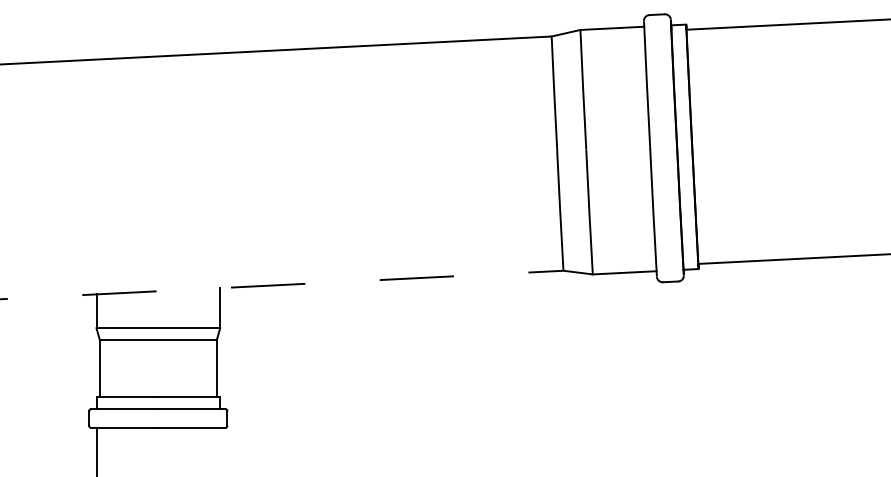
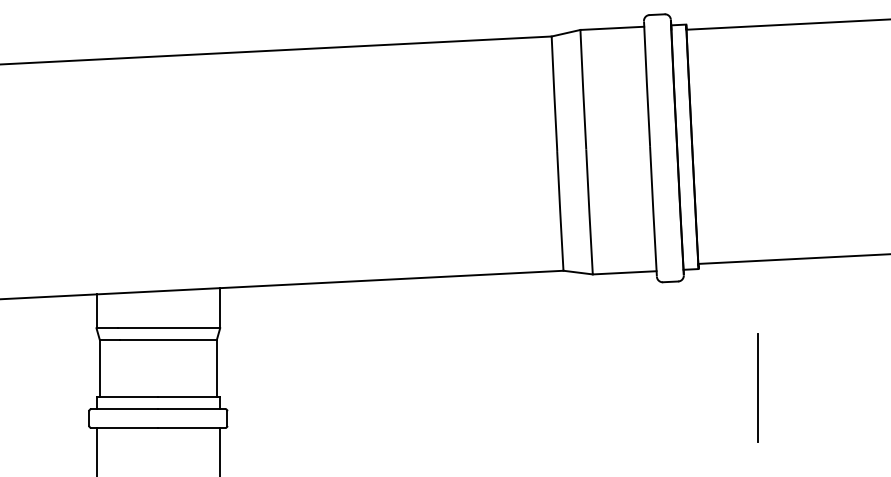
line at (281, 285): dashed -> solid
line at (757, 387): none -> present
line at (220, 450): none -> present
